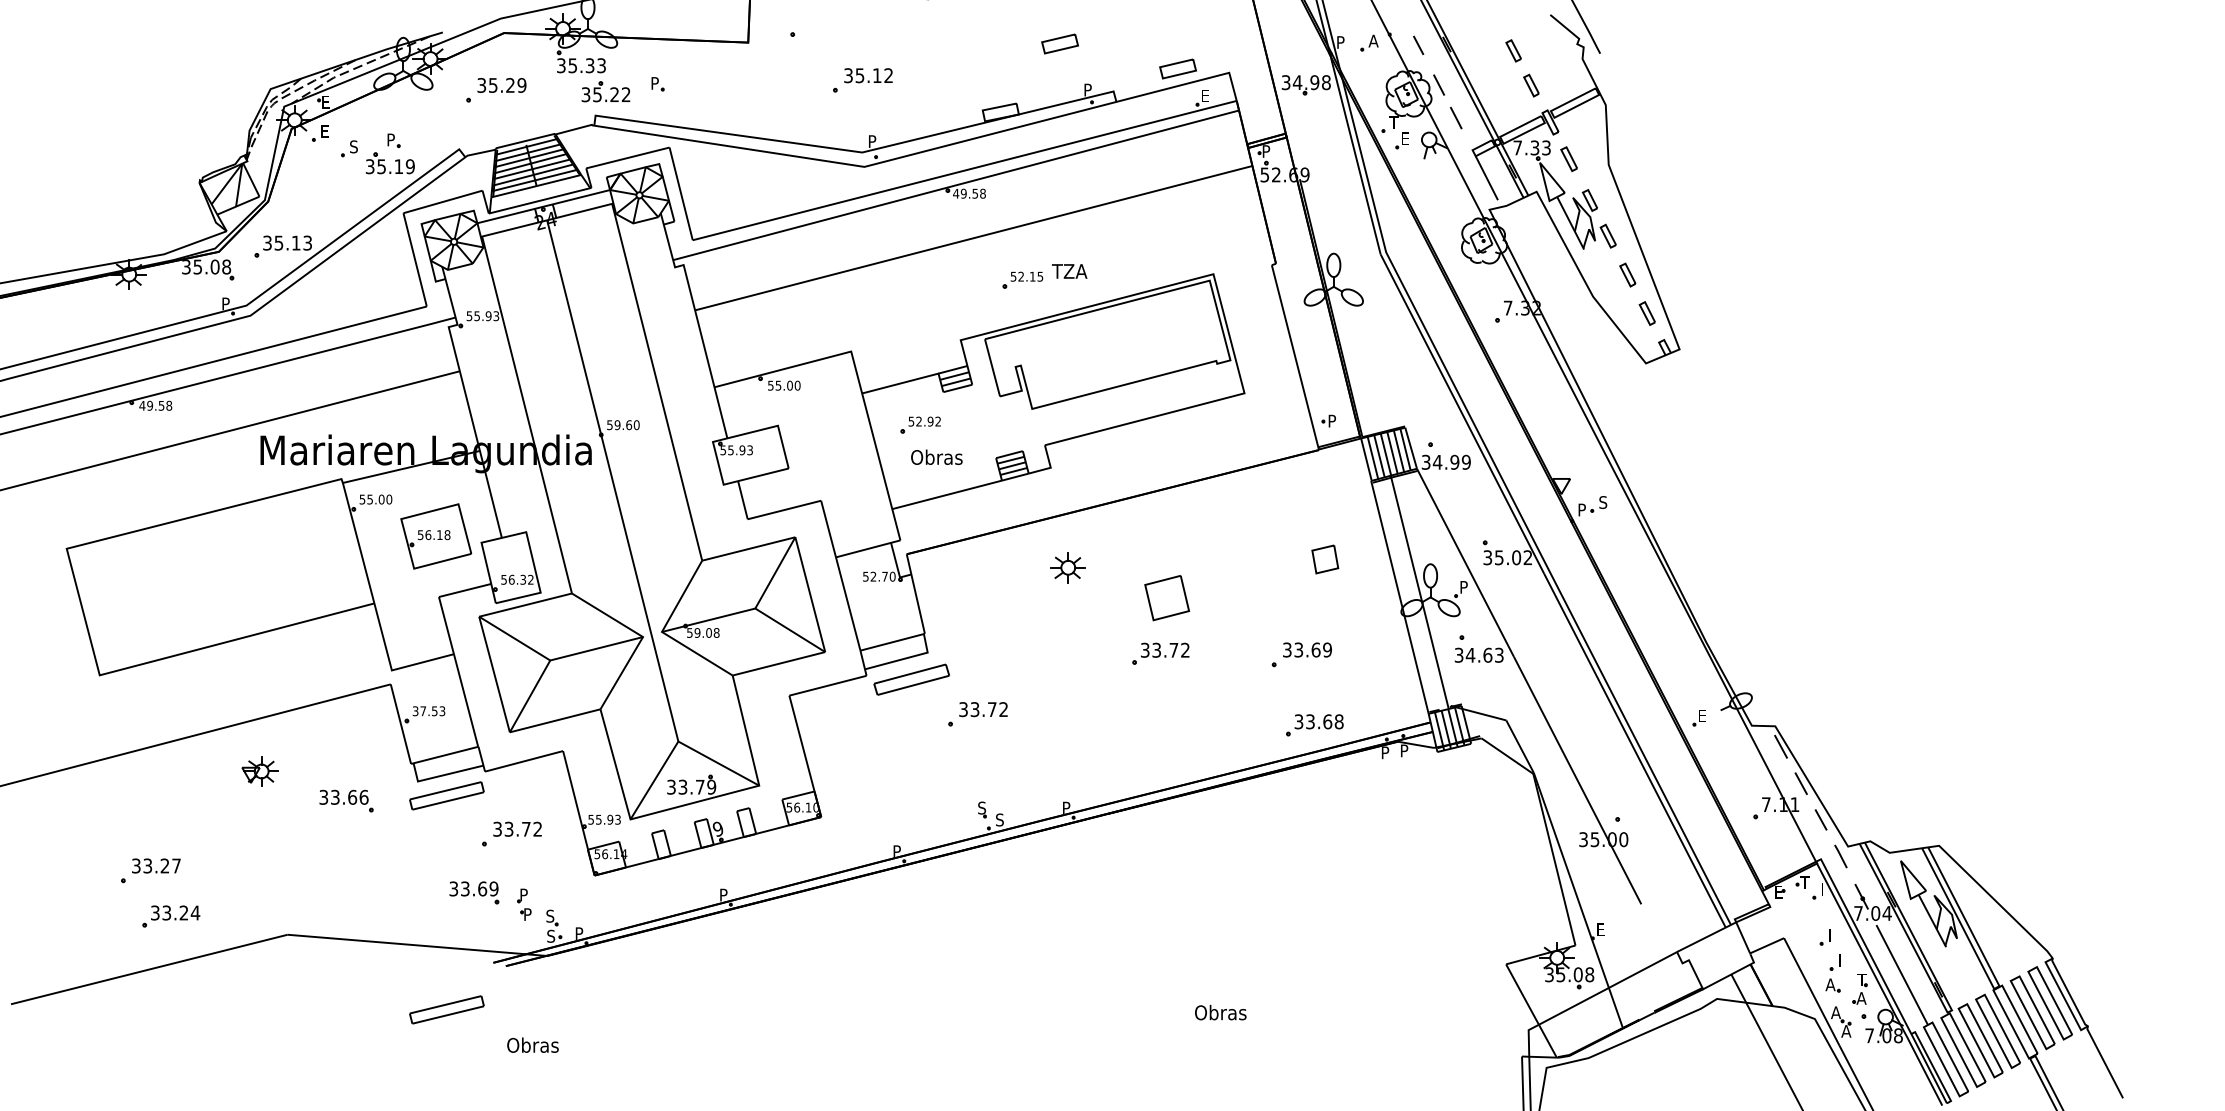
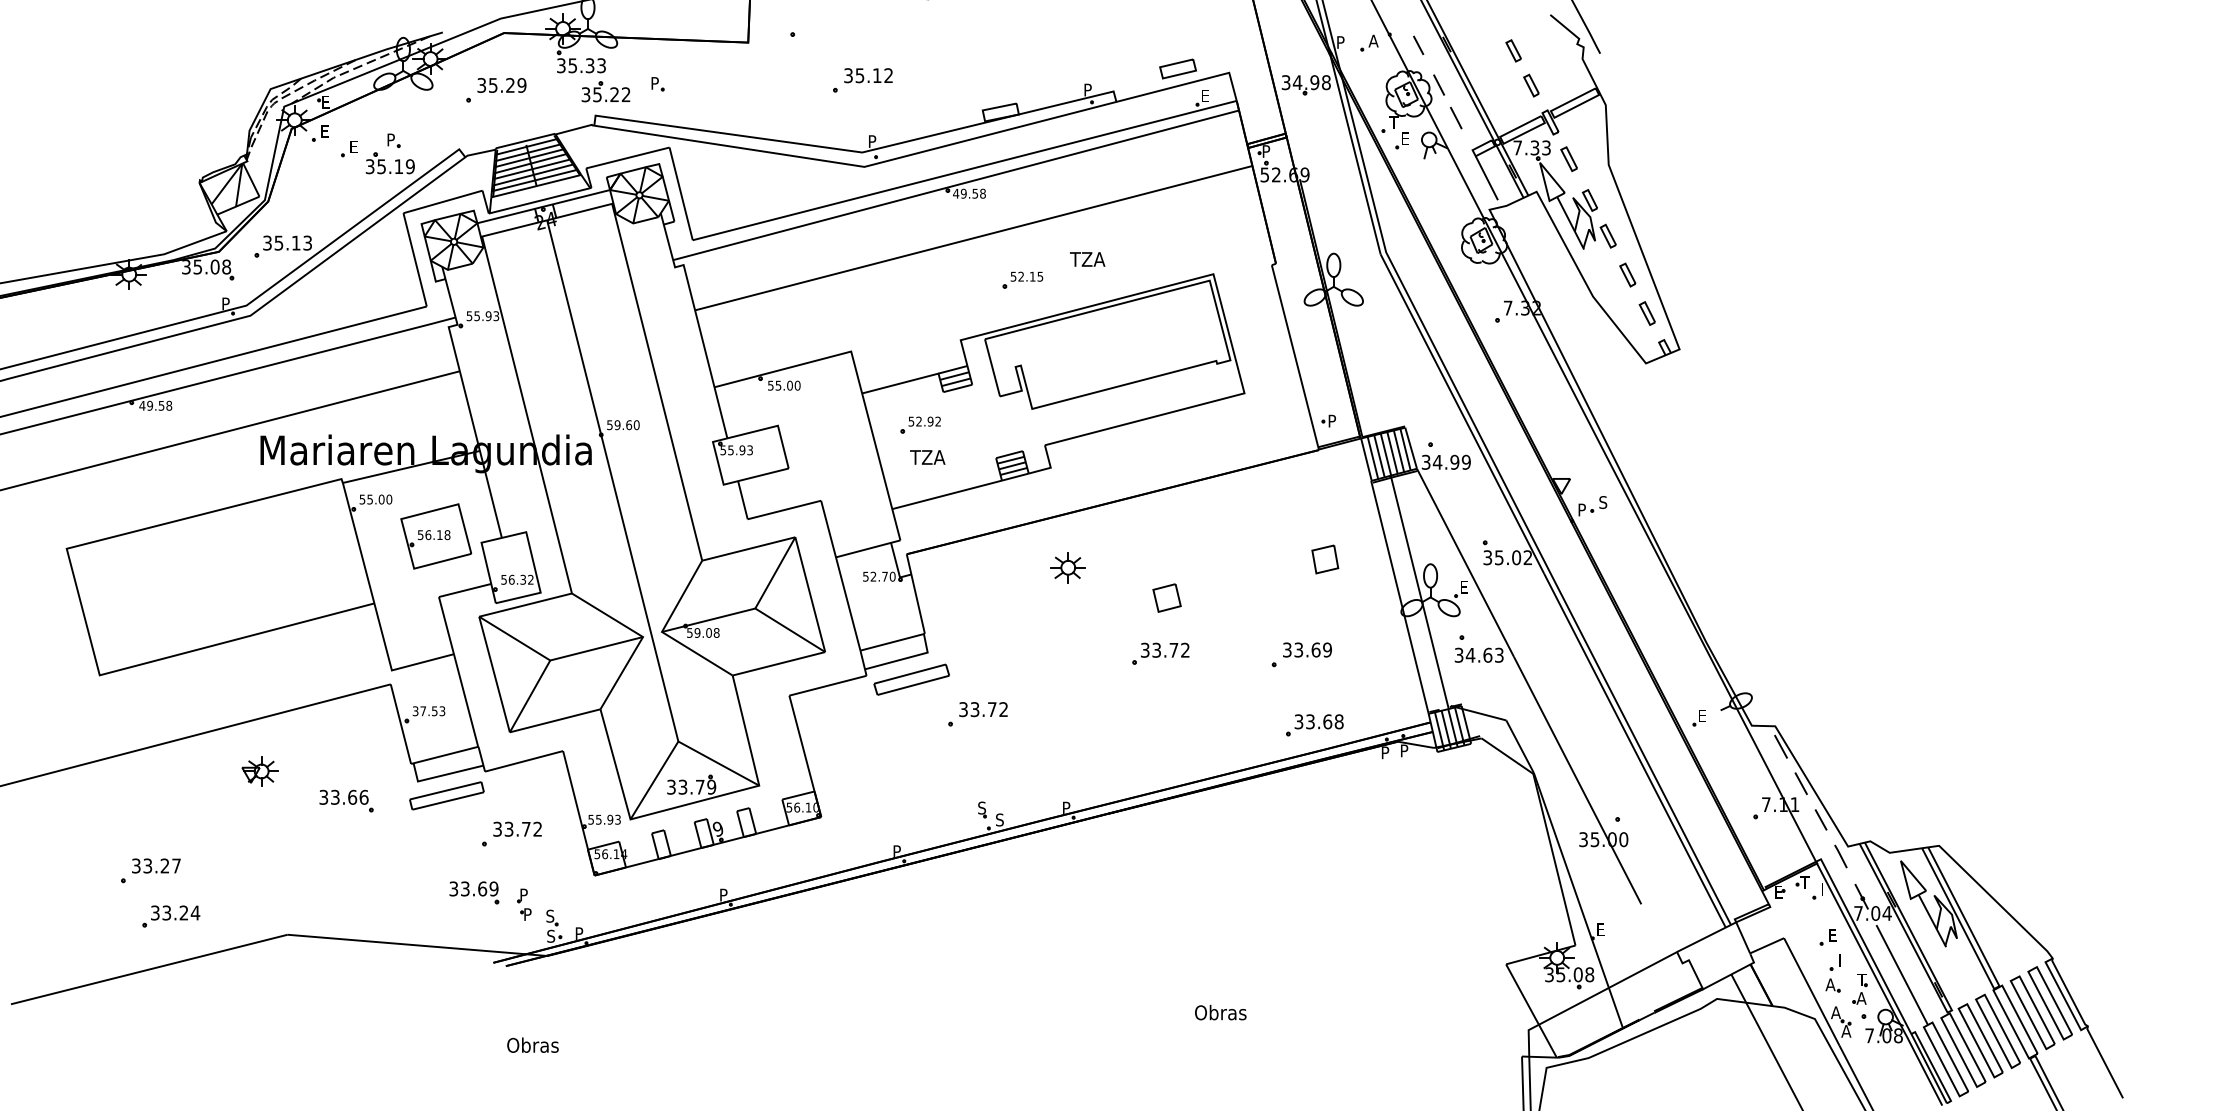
part at (1059, 43): present -> none
text at (353, 146): S -> E
text at (1069, 271) position: (1069, 271) -> (1087, 259)
text at (936, 456): Obras -> TZA
text at (1463, 587): P -> E
part at (1167, 598) size: 47x47 px -> 30x30 px
text at (1833, 935): I -> E
part at (446, 1009): present -> none
